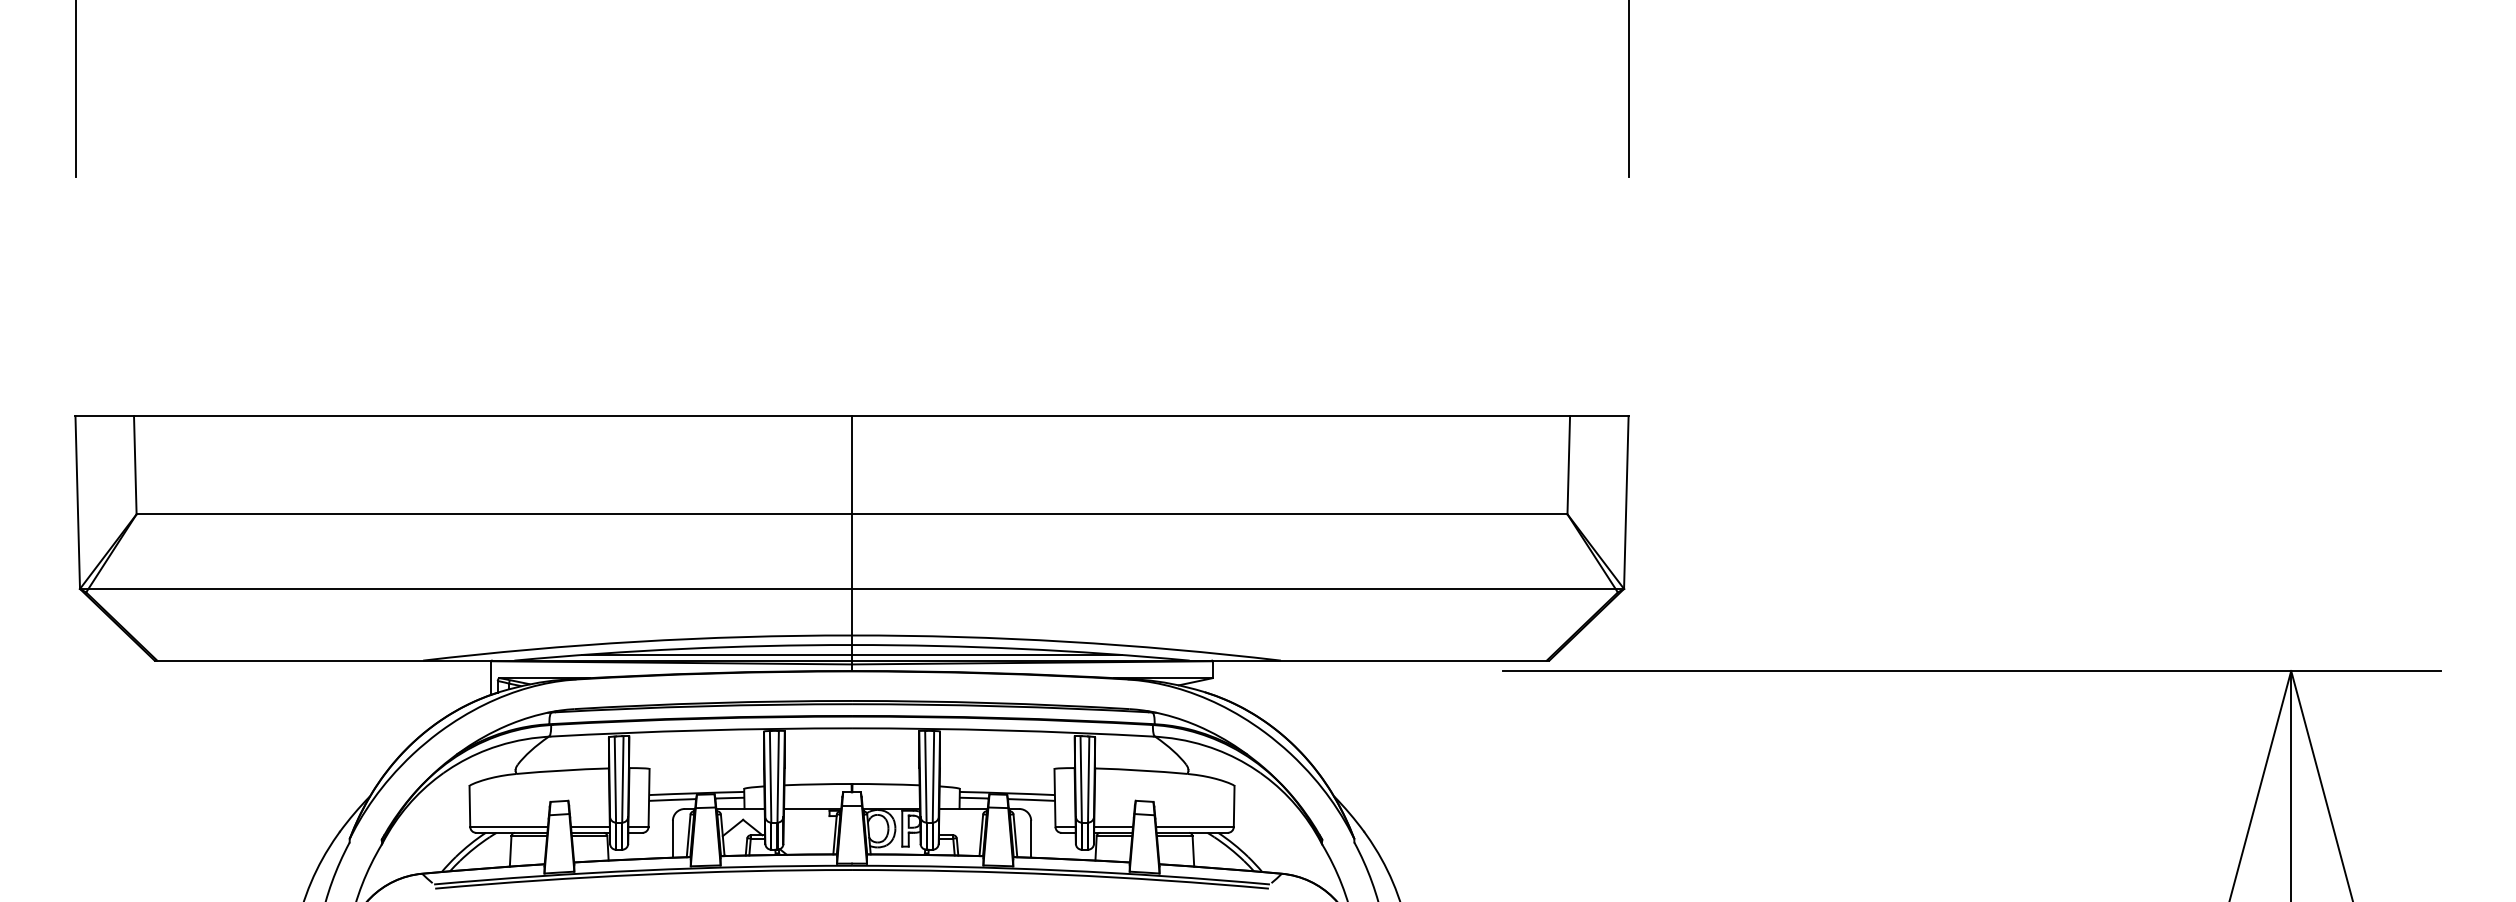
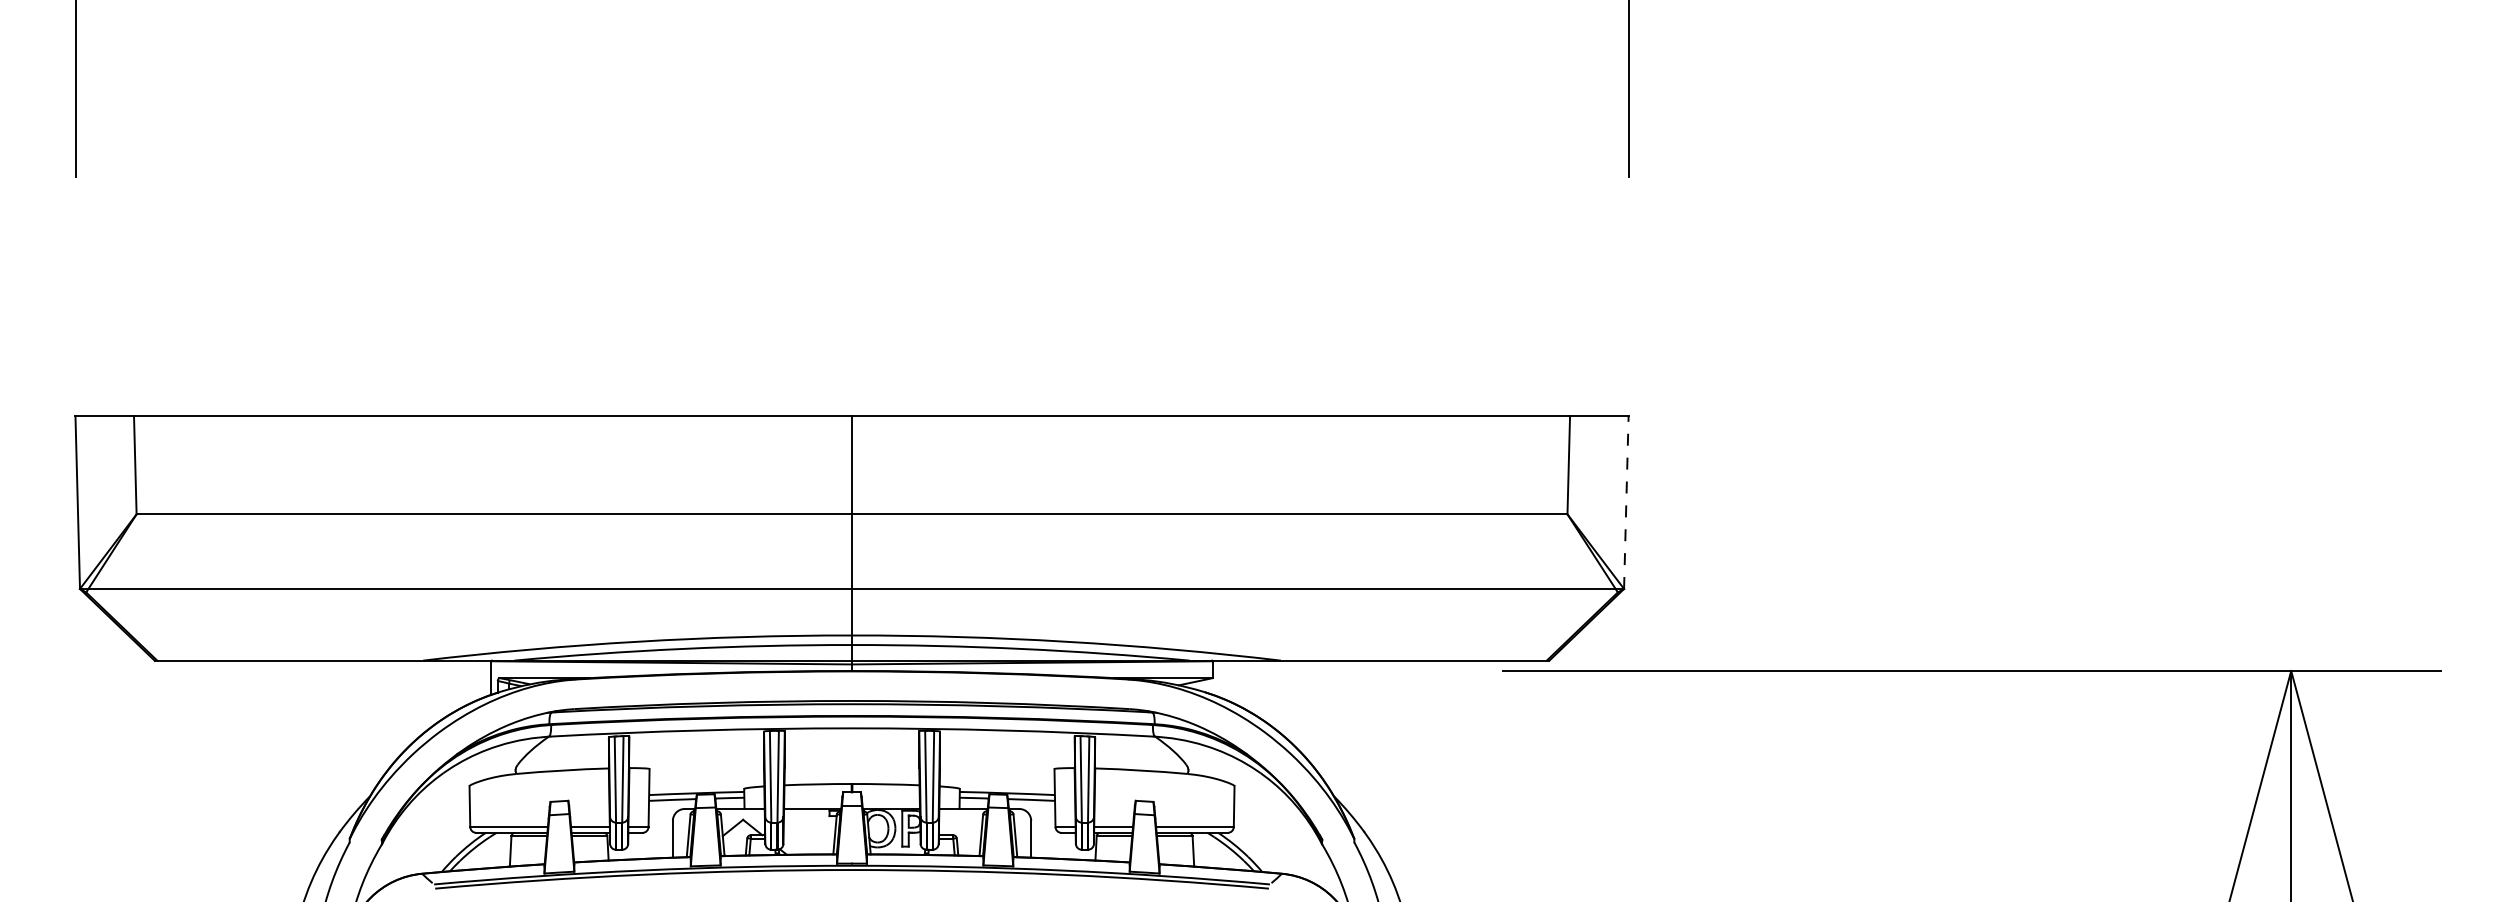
line at (1626, 502): solid -> dashed
line at (851, 654): present -> none
